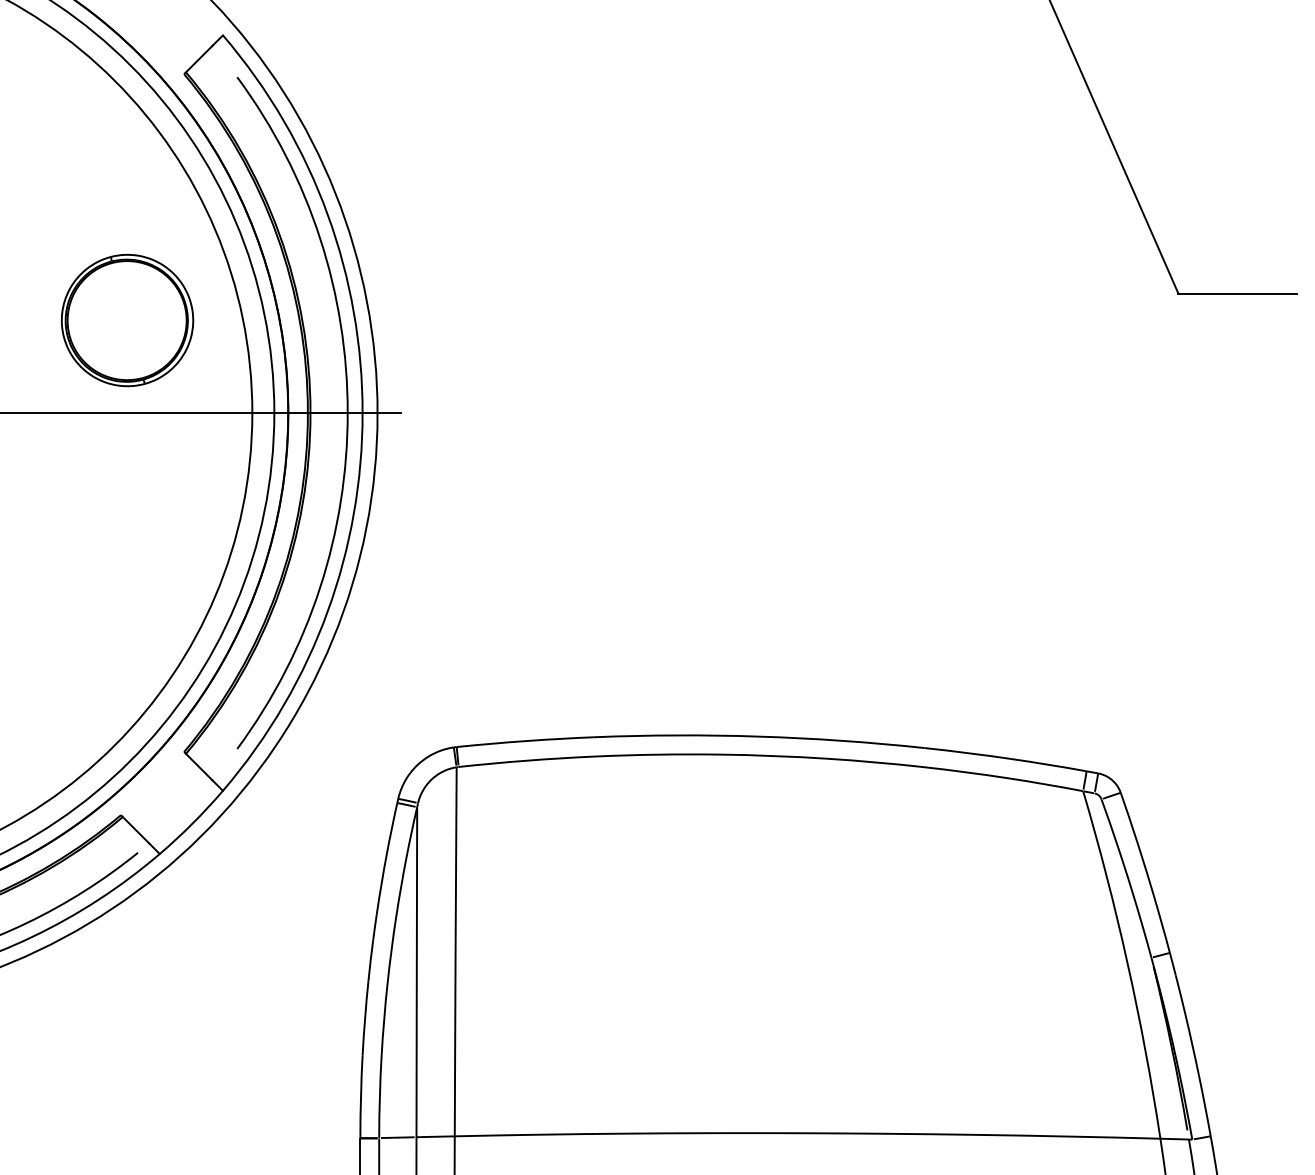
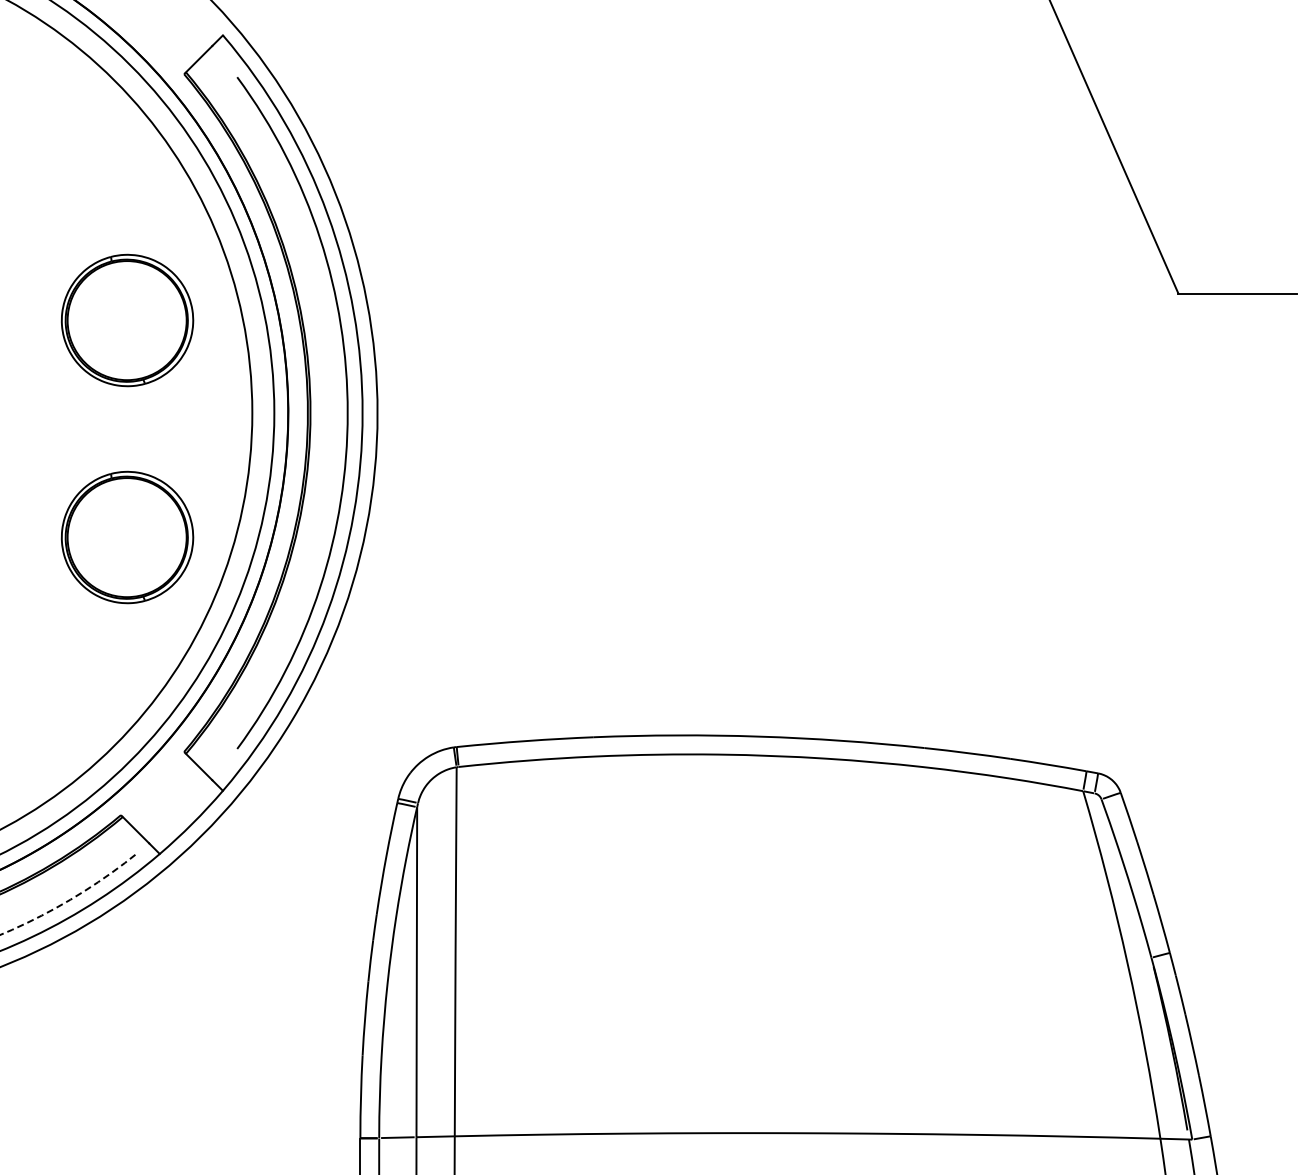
line at (201, 413): present -> none
part at (127, 537): none -> present
arc at (72, 898): solid -> dashed
